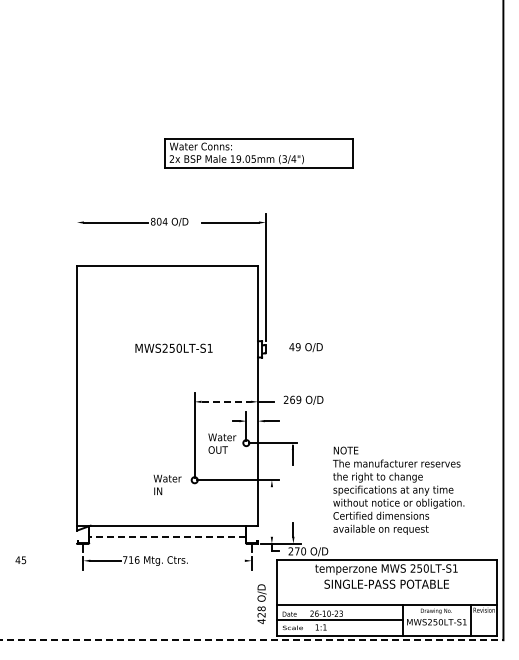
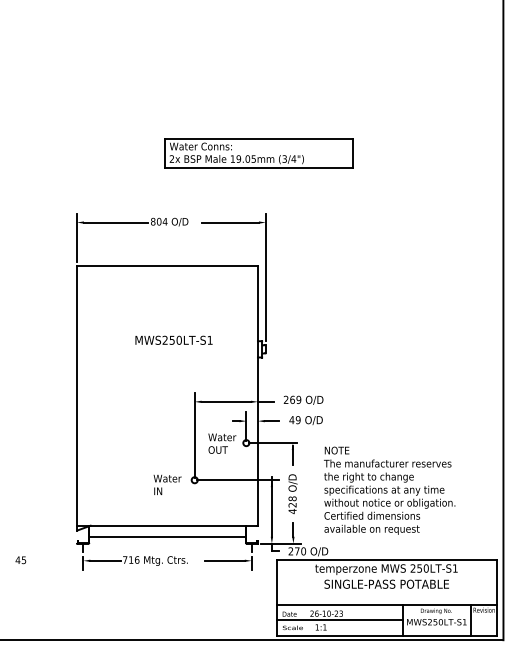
line at (77, 237): none -> present
text at (173, 347) position: (173, 347) -> (173, 339)
text at (305, 347) position: (305, 347) -> (305, 420)
line at (226, 401): dashed -> solid
text at (398, 490) position: (398, 490) -> (389, 490)
line at (271, 506): none -> present
line at (167, 536): dashed -> solid
line at (224, 560): none -> present
text at (261, 604) position: (261, 604) -> (292, 494)
line at (252, 640): dashed -> solid
